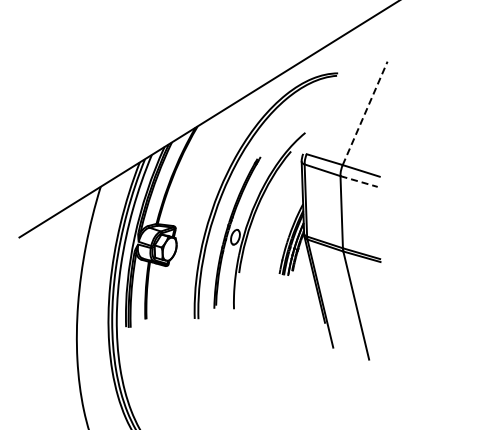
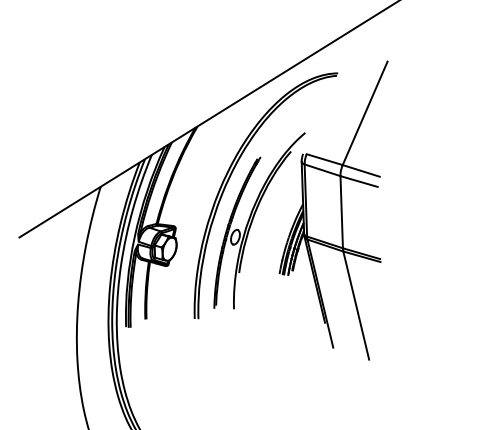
line at (365, 112): dashed -> solid
line at (359, 181): dashed -> solid
